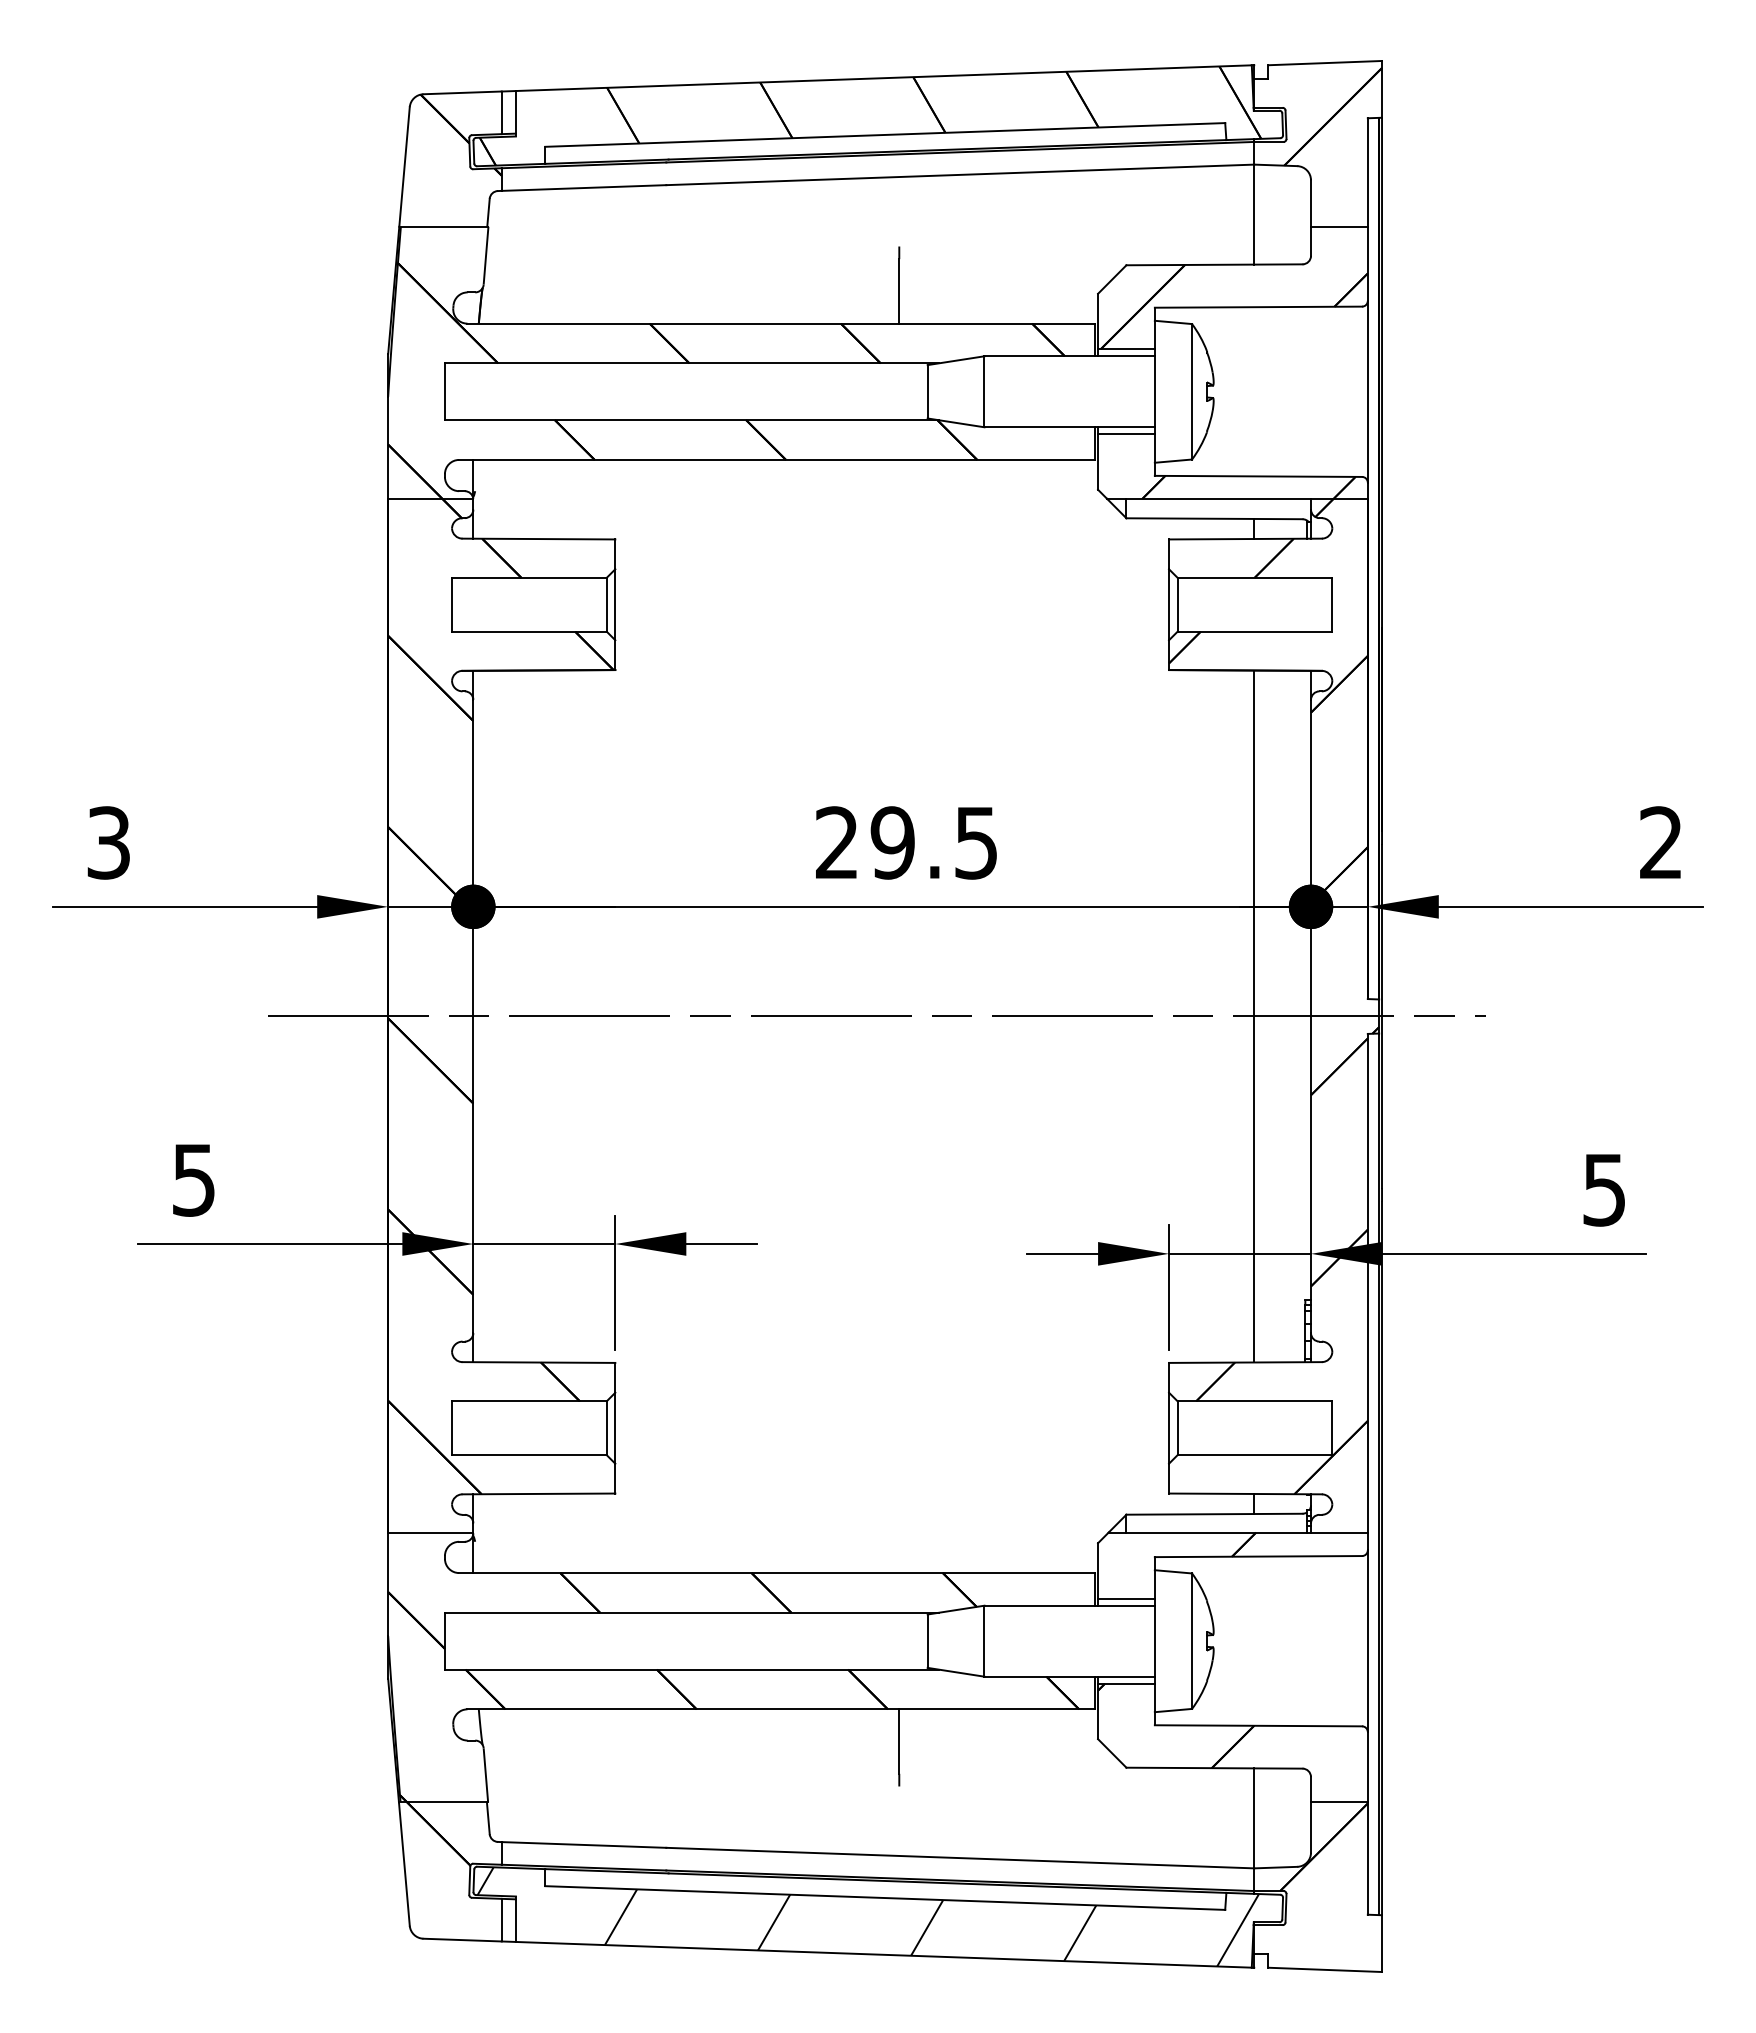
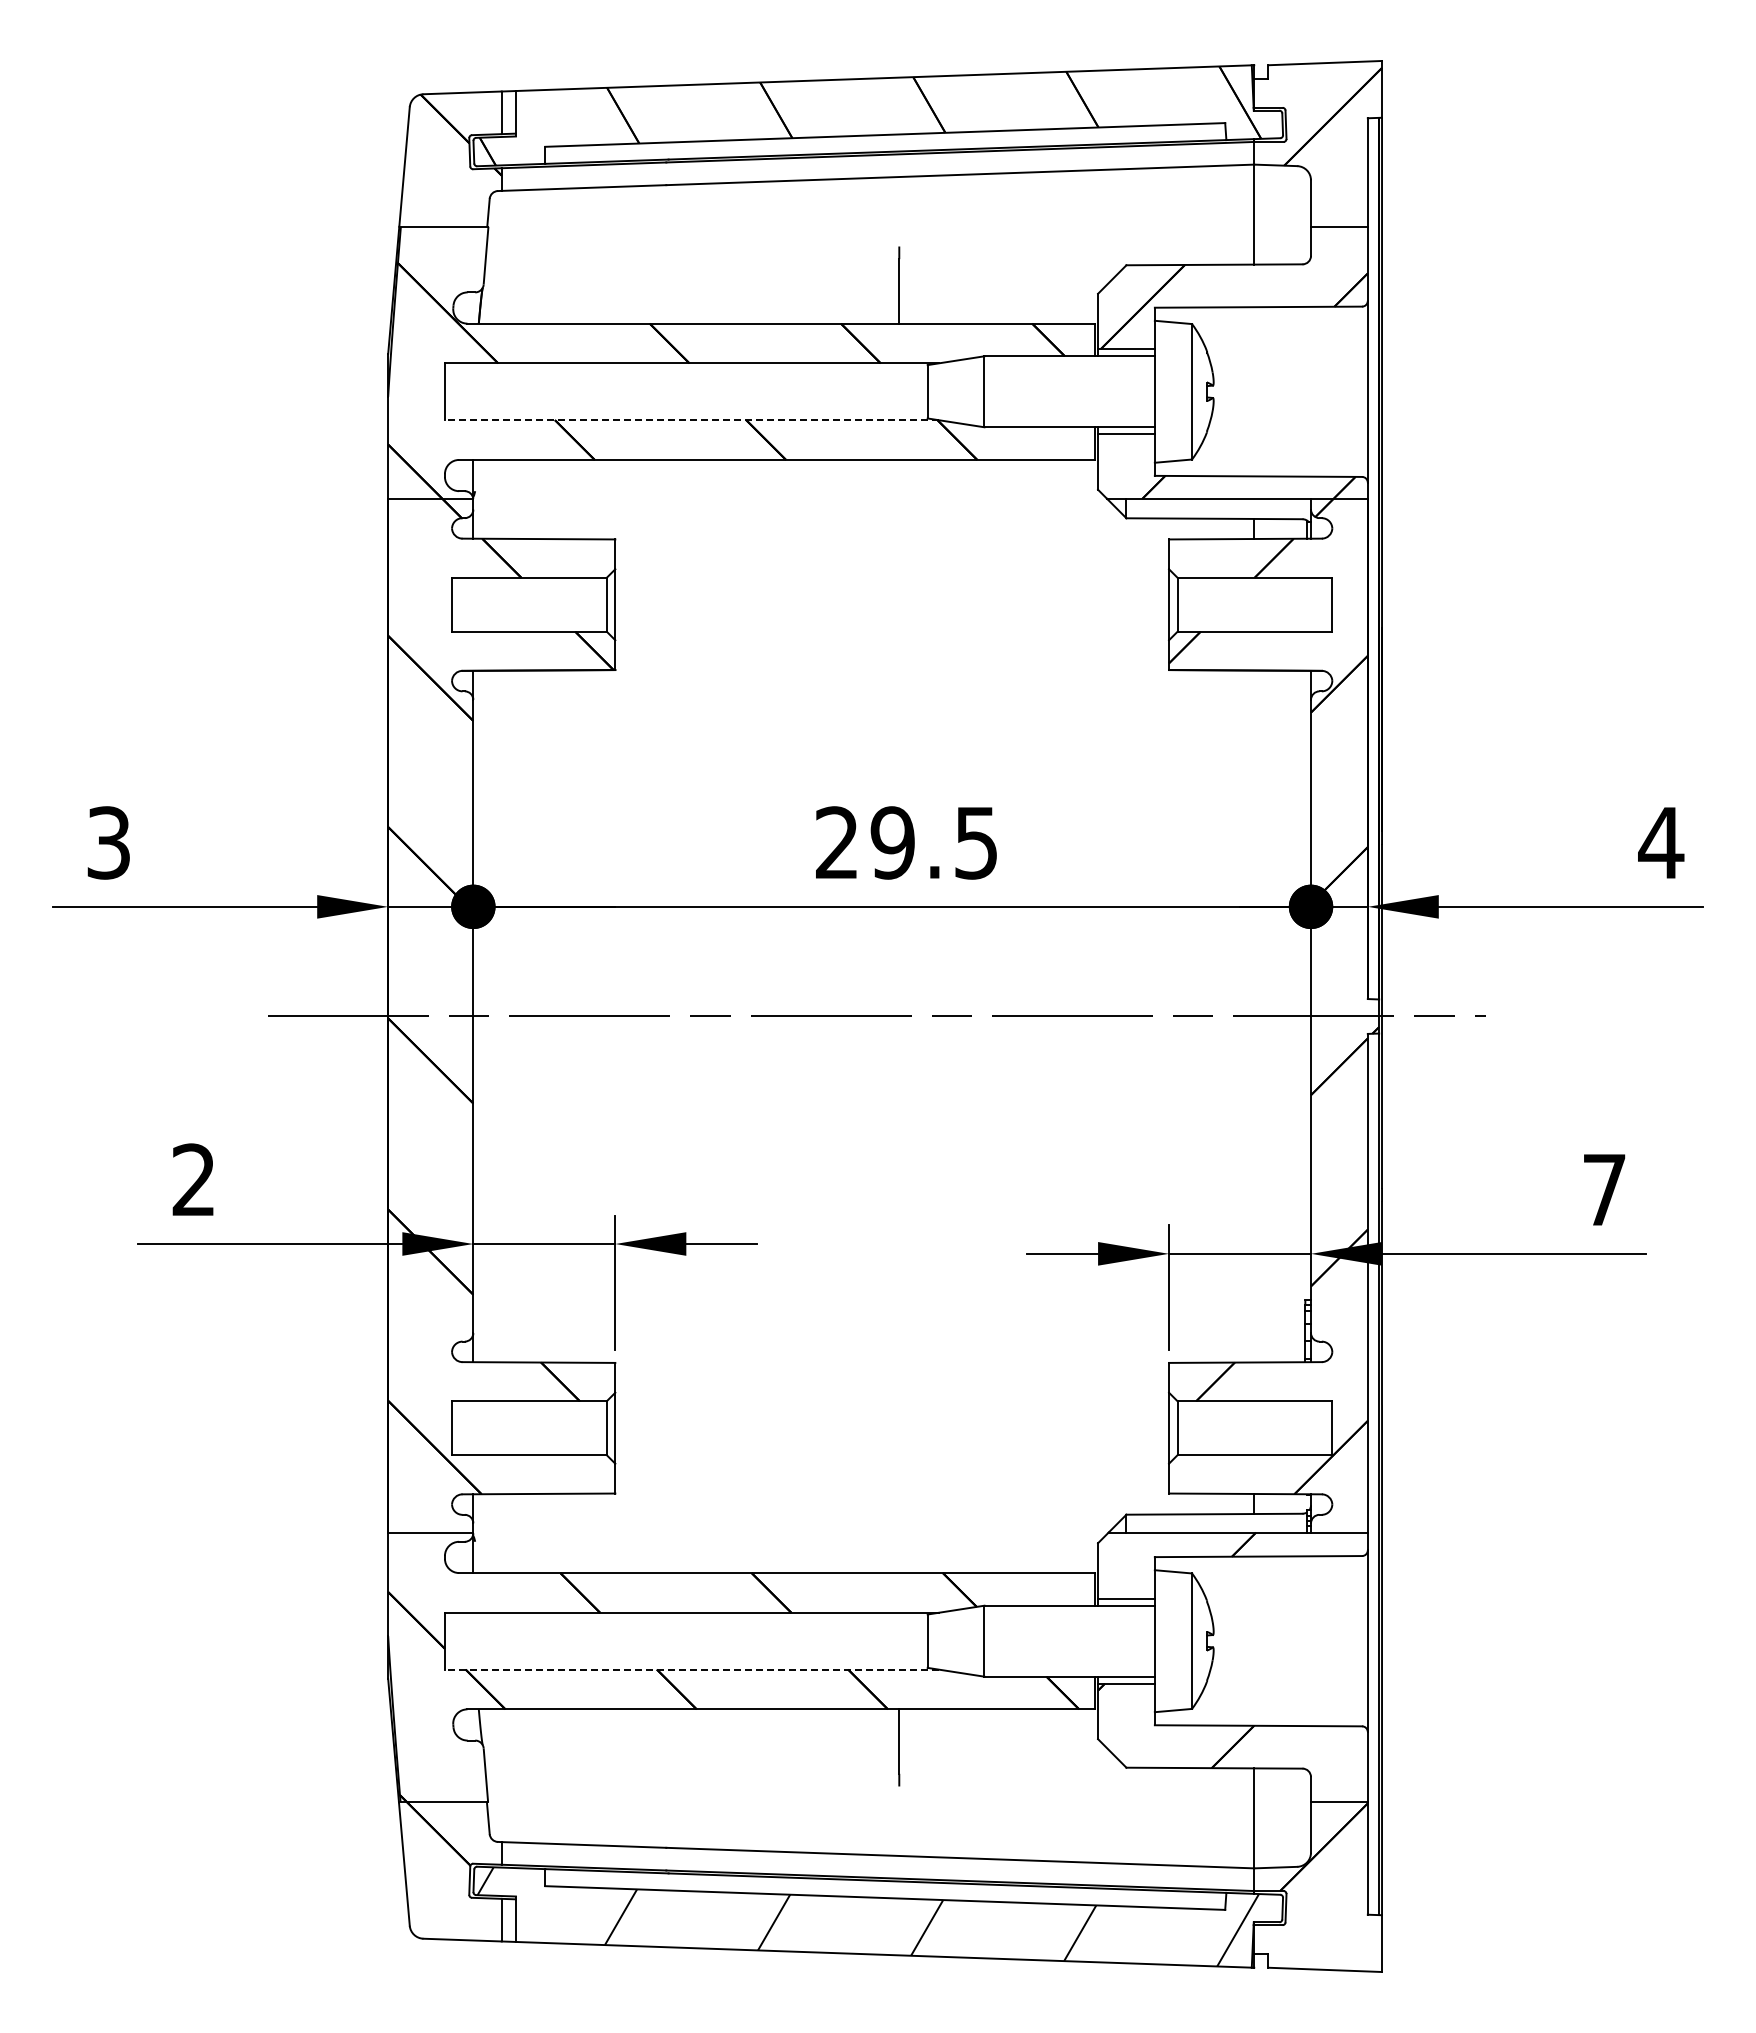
line at (691, 420): solid -> dashed
text at (1661, 842): 2 -> 4
line at (1254, 1016): present -> none
text at (193, 1179): 5 -> 2
text at (1604, 1190): 5 -> 7
line at (691, 1669): solid -> dashed
